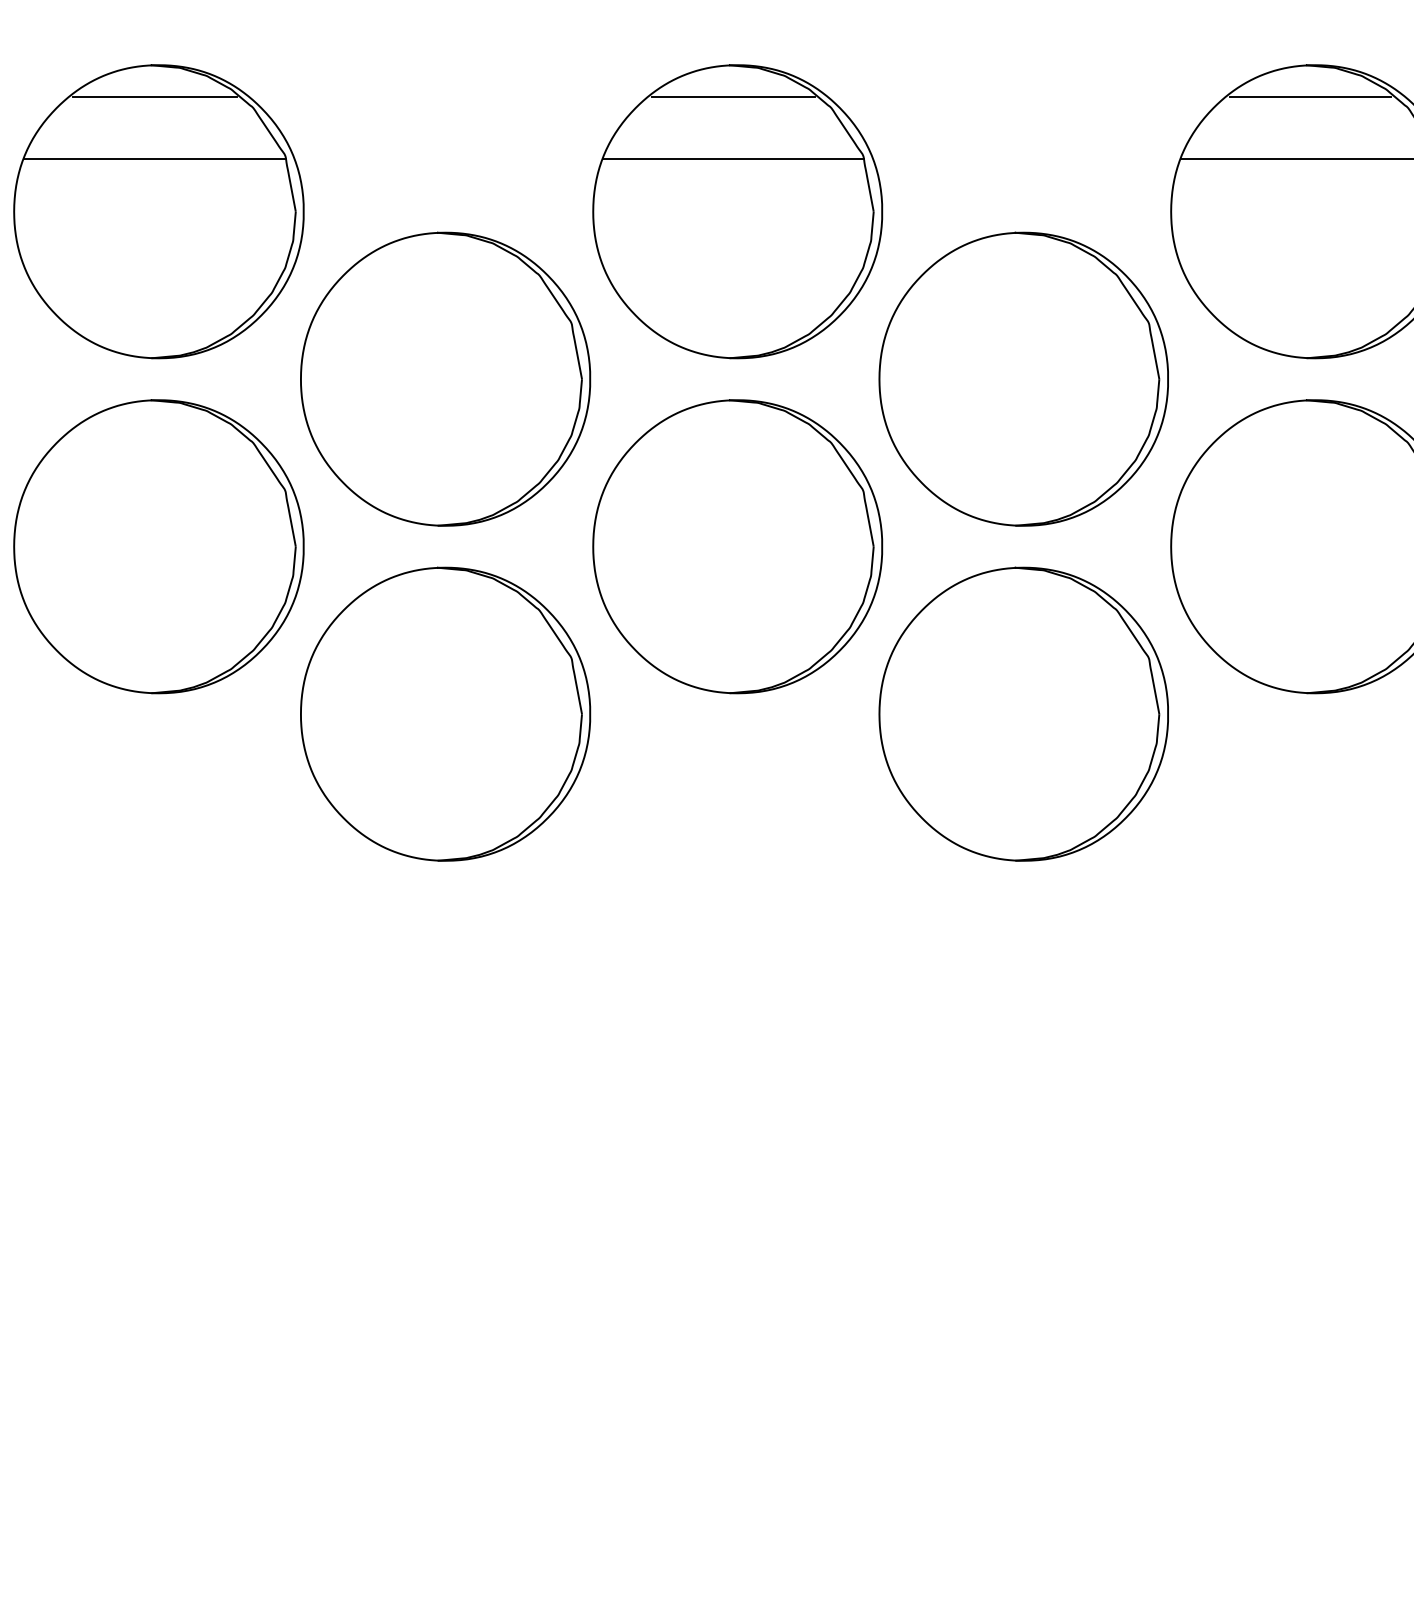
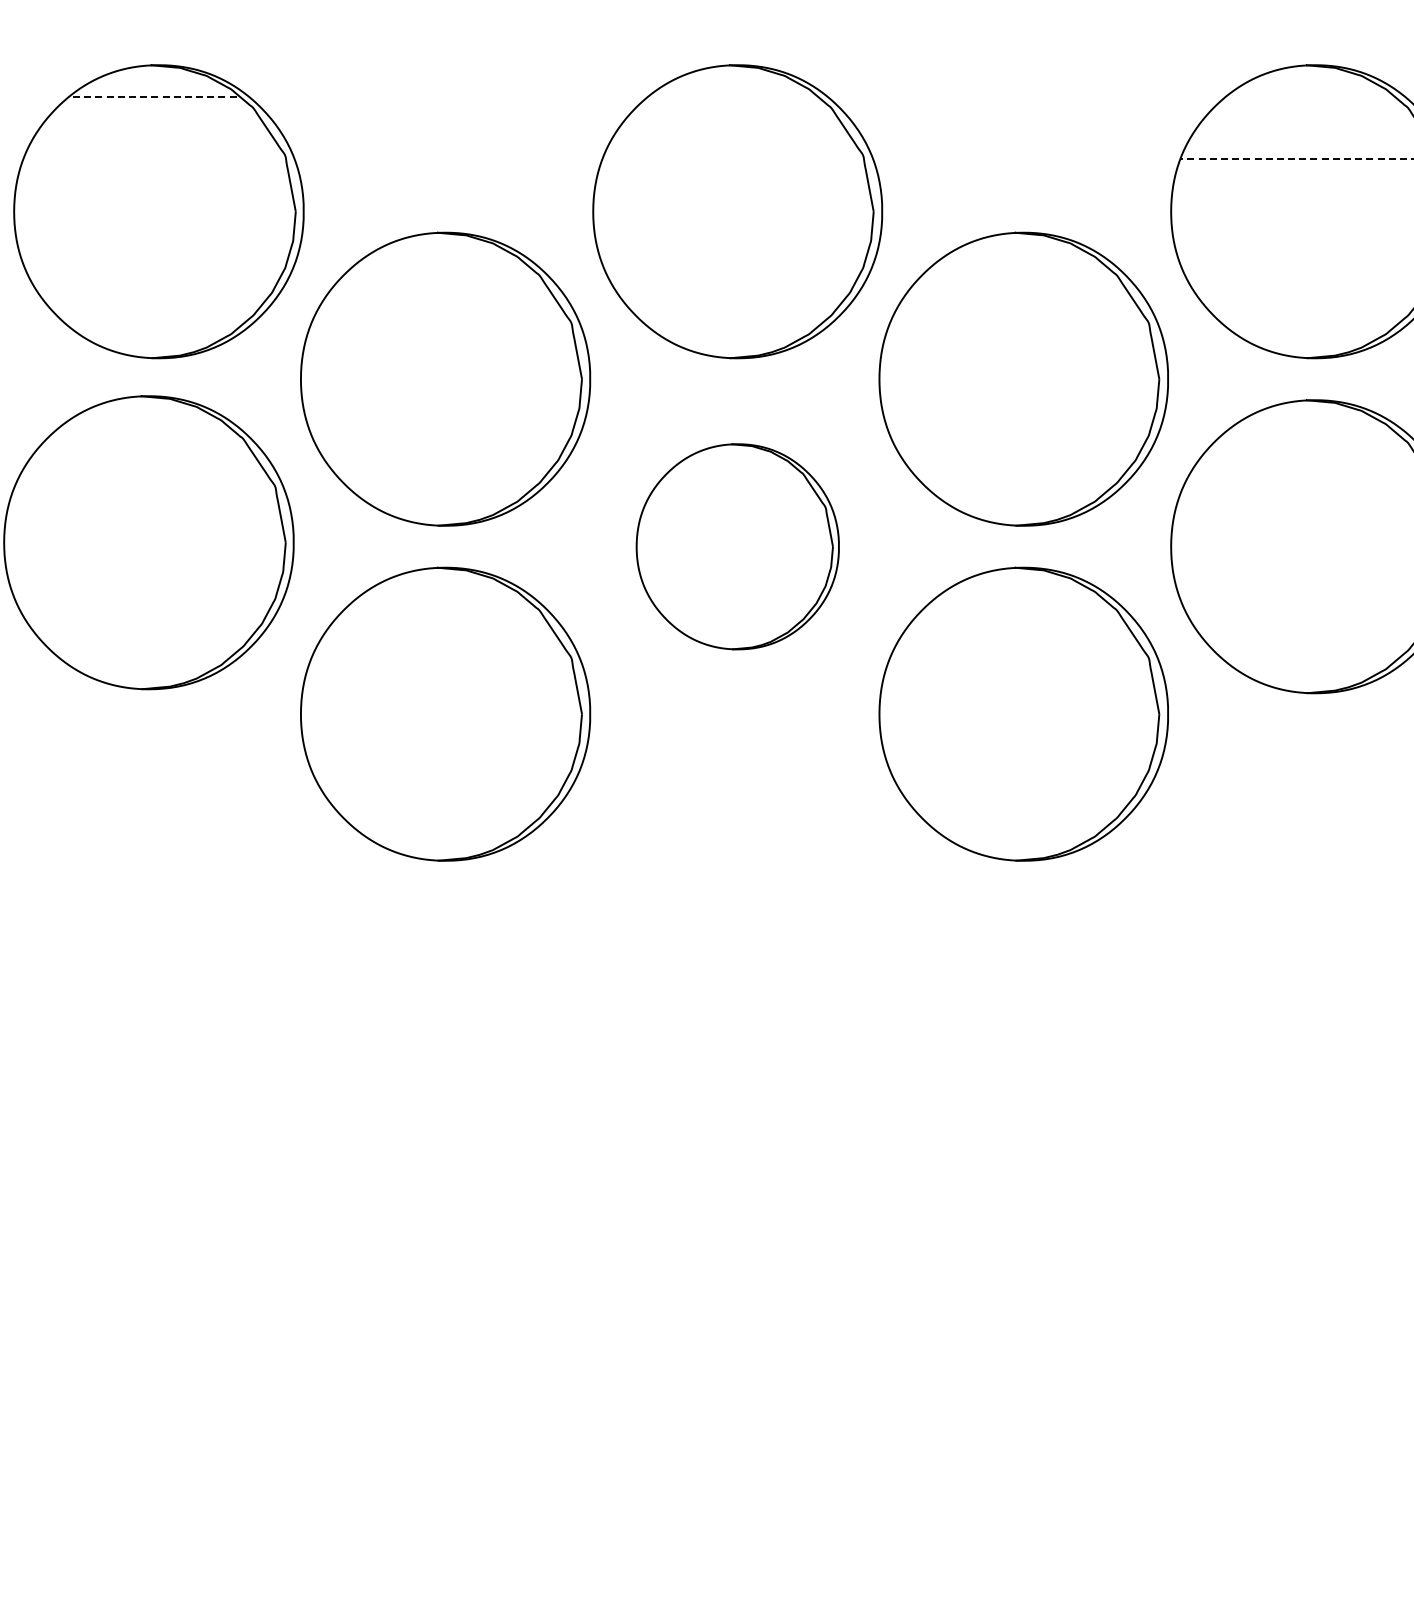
line at (154, 96): solid -> dashed
line at (733, 96): present -> none
line at (1310, 96): present -> none
line at (154, 159): present -> none
line at (732, 159): present -> none
line at (1296, 159): solid -> dashed
part at (158, 546) position: (158, 546) -> (148, 542)
part at (737, 546) size: 292x296 px -> 205x208 px
